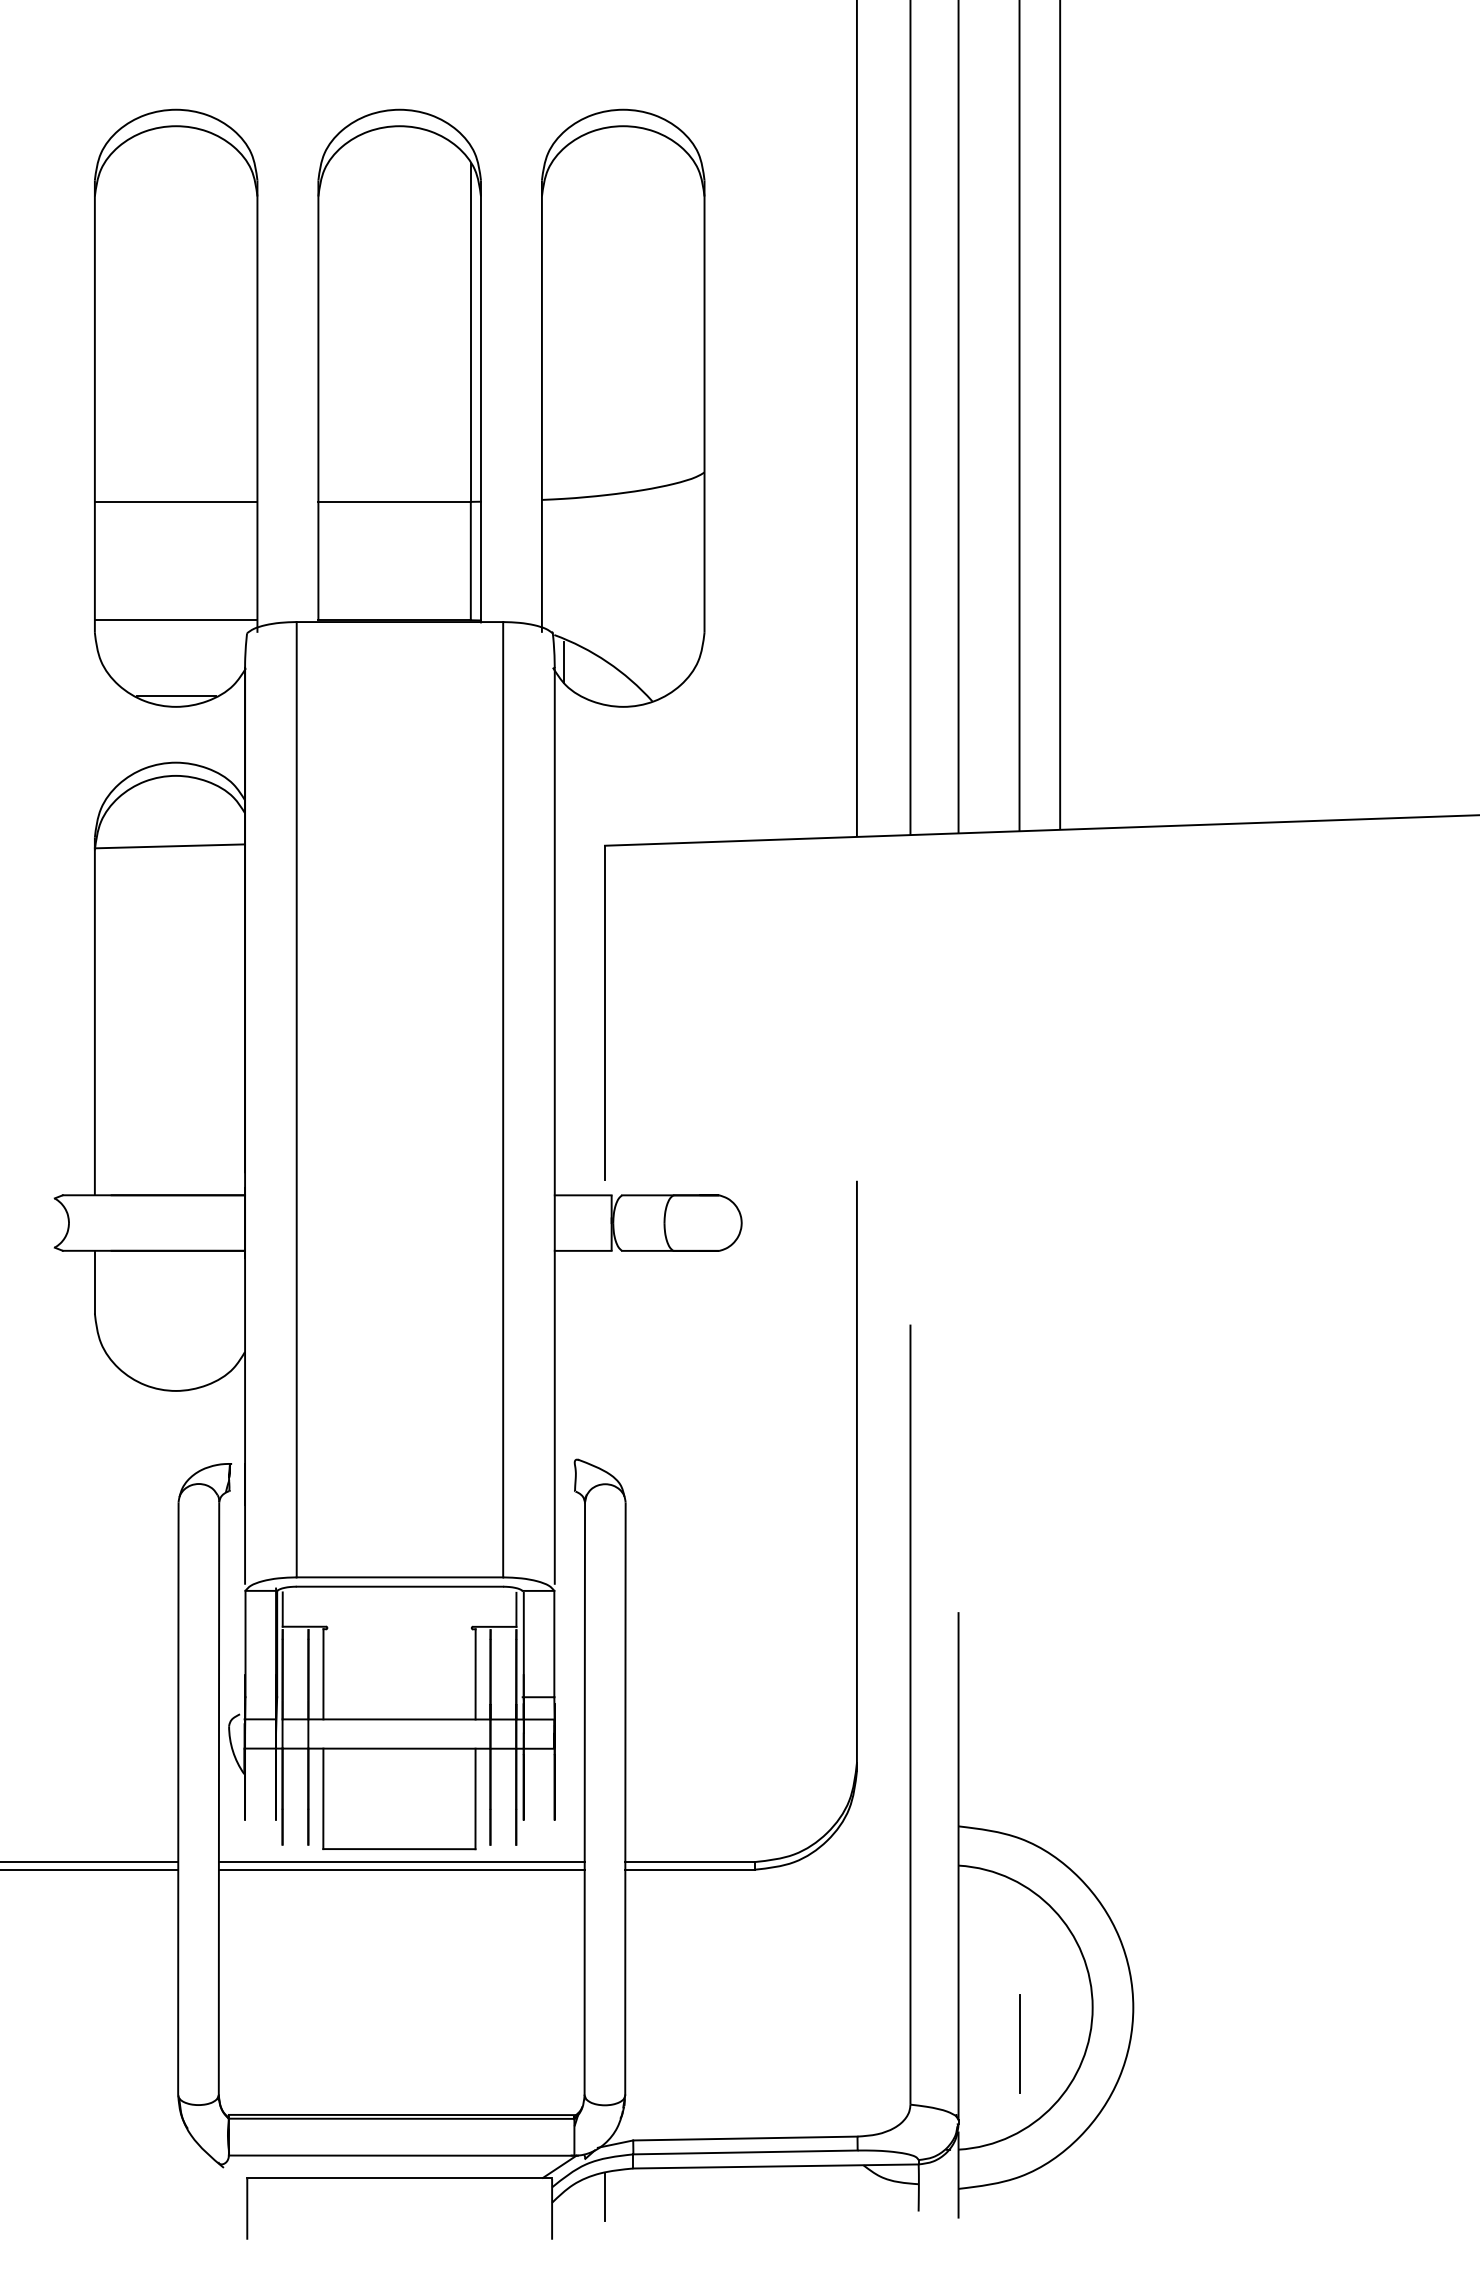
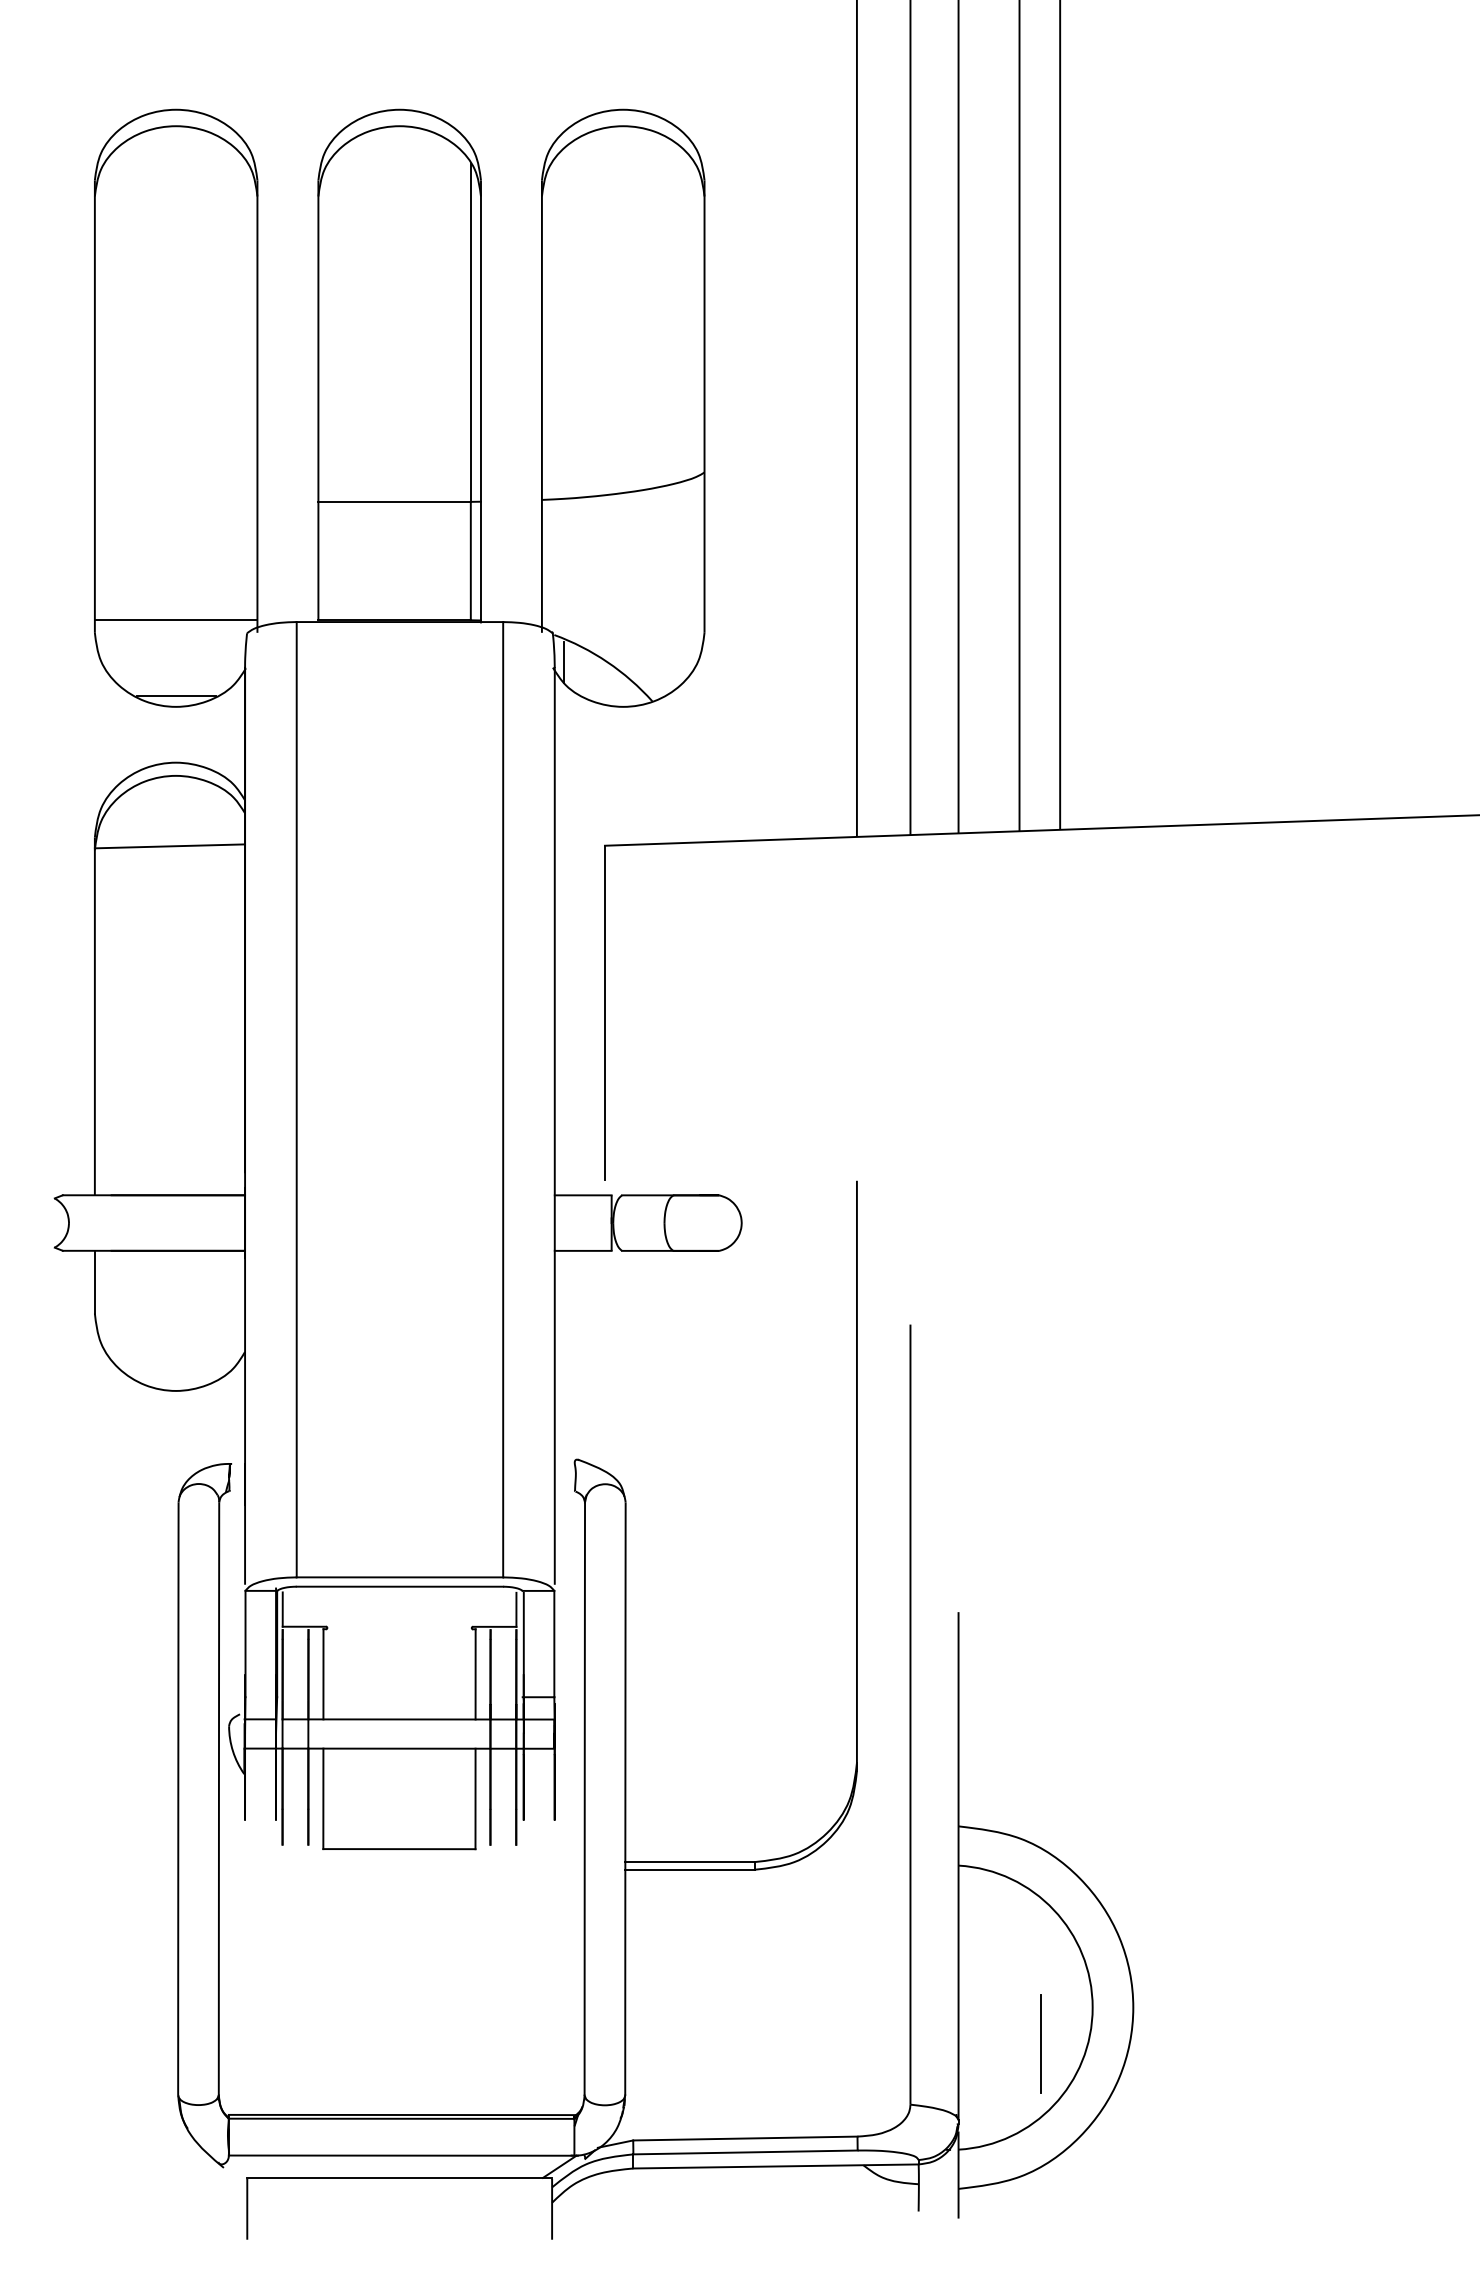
line at (175, 501): present -> none
line at (90, 1862): present -> none
line at (401, 1862): present -> none
line at (90, 1869): present -> none
line at (401, 1869): present -> none
line at (1019, 2043) position: (1019, 2043) -> (1040, 2043)
line at (604, 2196): present -> none
